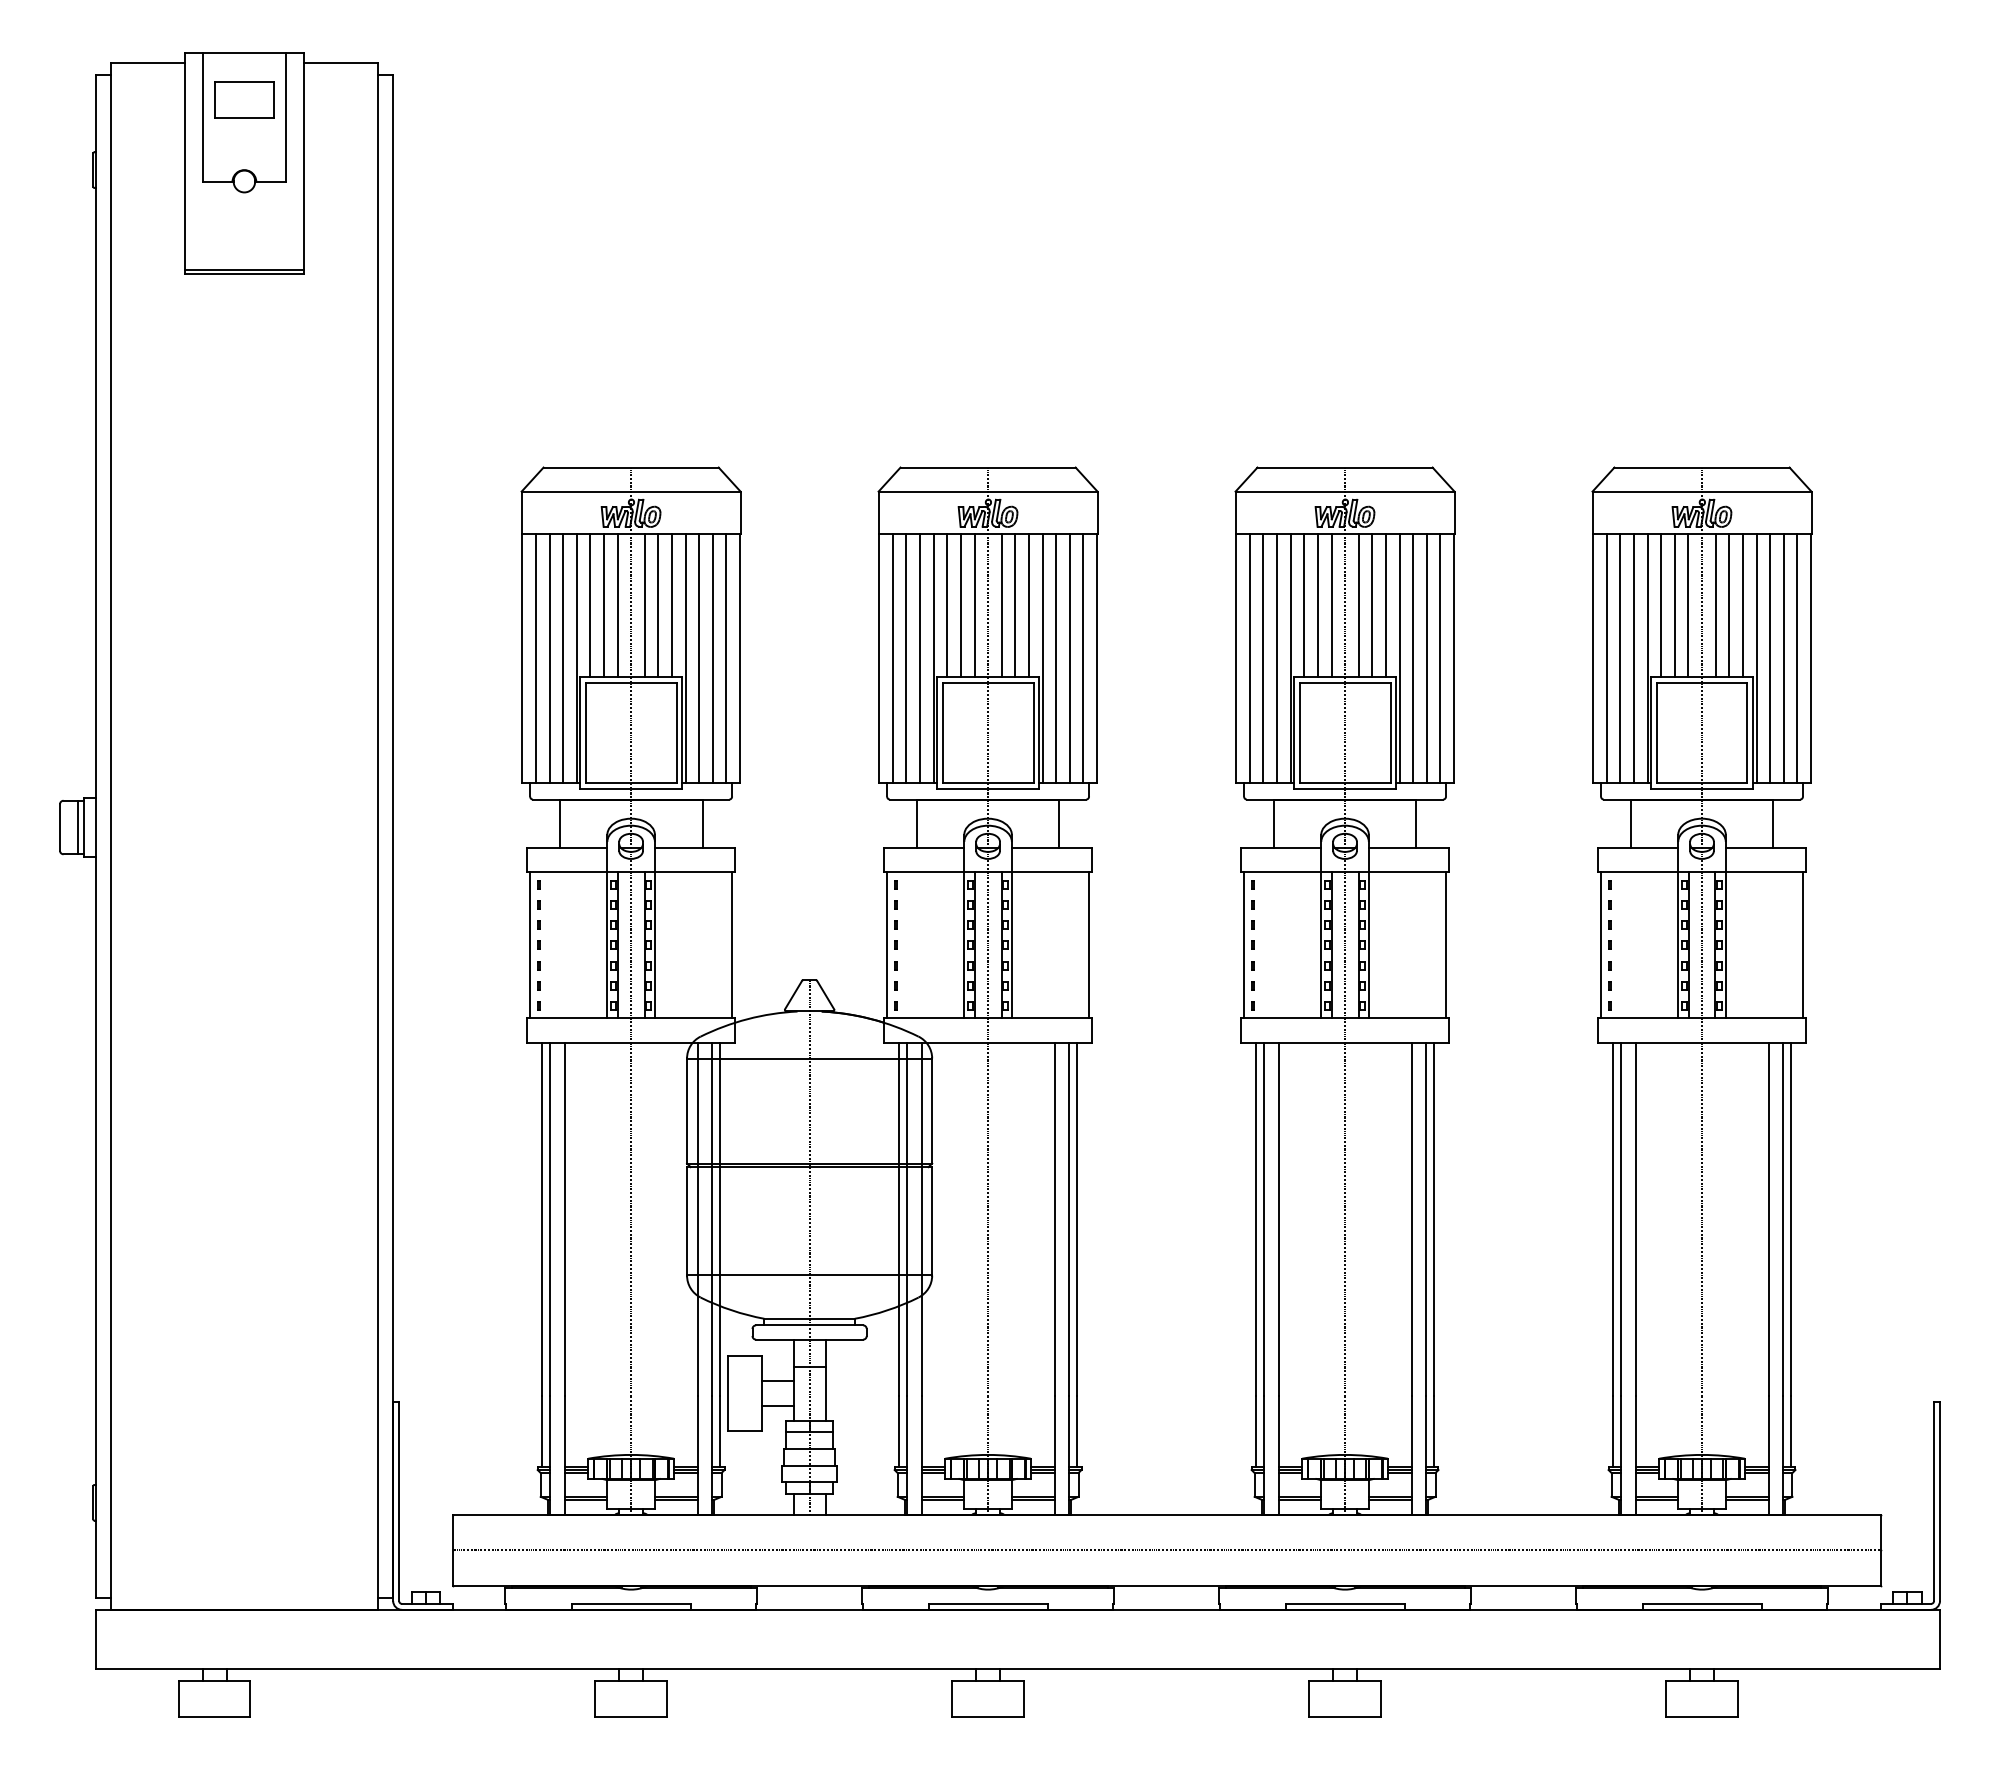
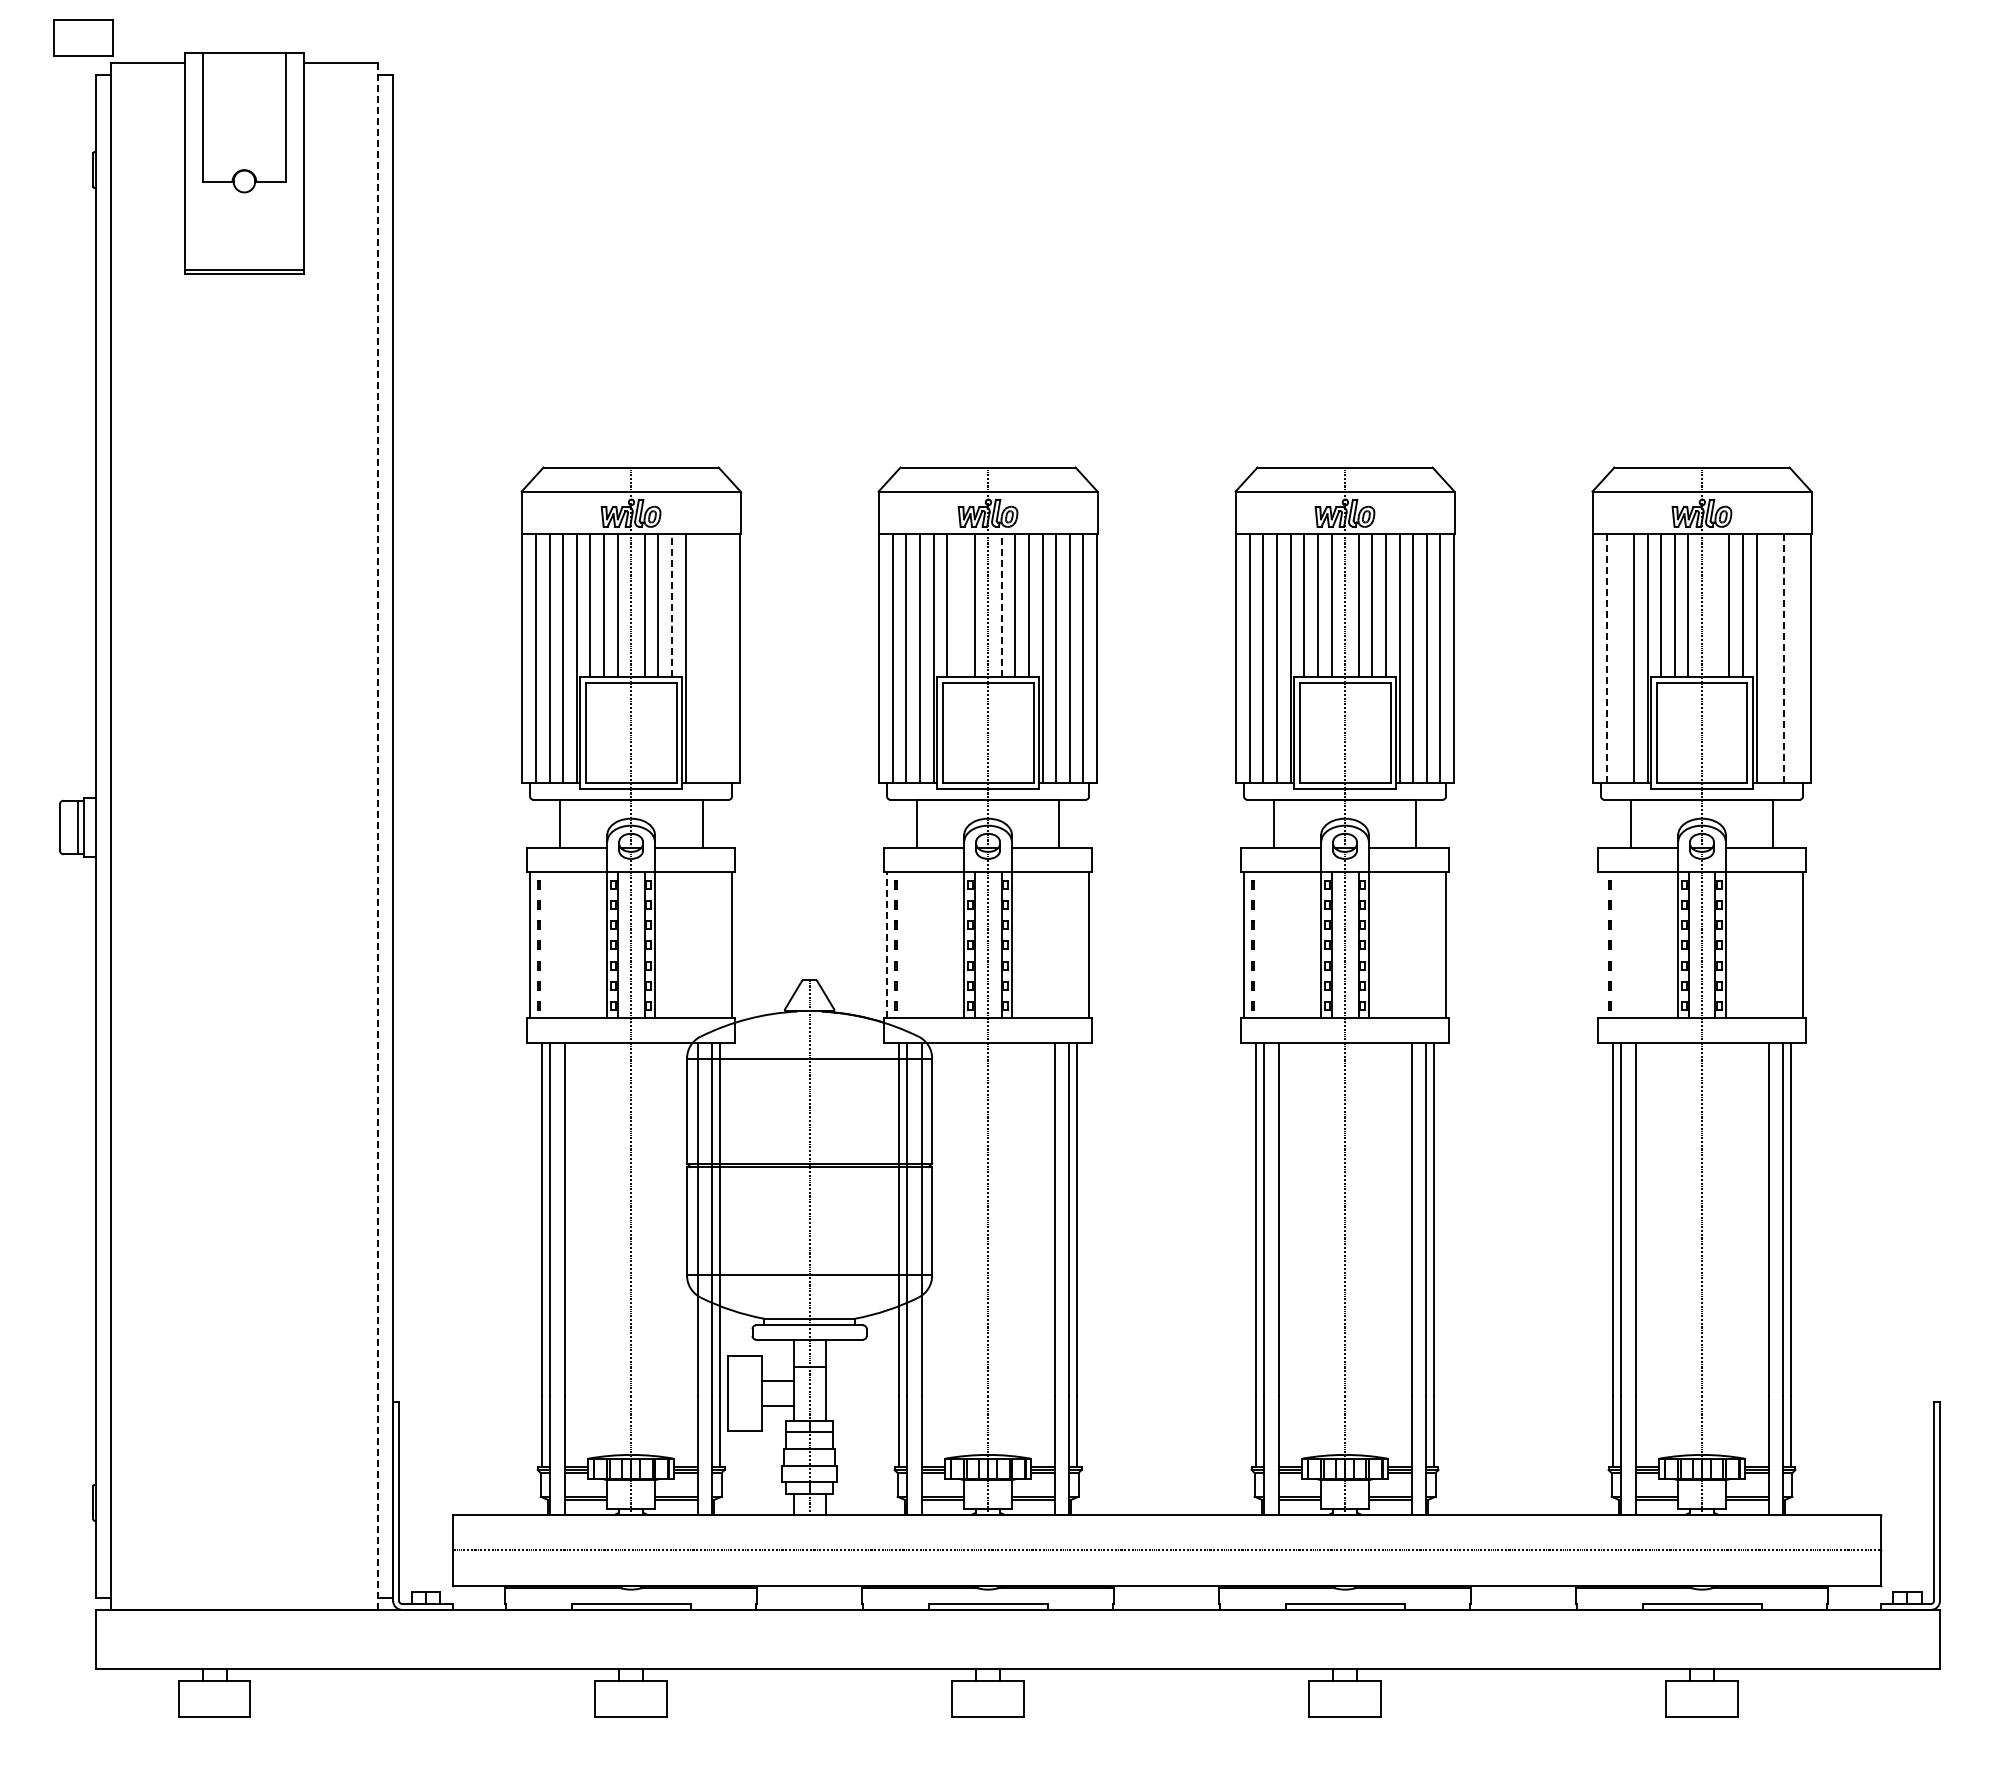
part at (244, 99) position: (244, 99) -> (83, 37)
line at (671, 605): solid -> dashed
line at (960, 605): present -> none
line at (1001, 605): solid -> dashed
line at (1715, 605): present -> none
line at (699, 658): present -> none
line at (712, 658): present -> none
line at (726, 658): present -> none
line at (1606, 658): solid -> dashed
line at (1620, 658): present -> none
line at (1770, 658): present -> none
line at (1783, 658): solid -> dashed
line at (1797, 658): present -> none
line at (378, 835): solid -> dashed
line at (886, 945): solid -> dashed
line at (1600, 945): present -> none
